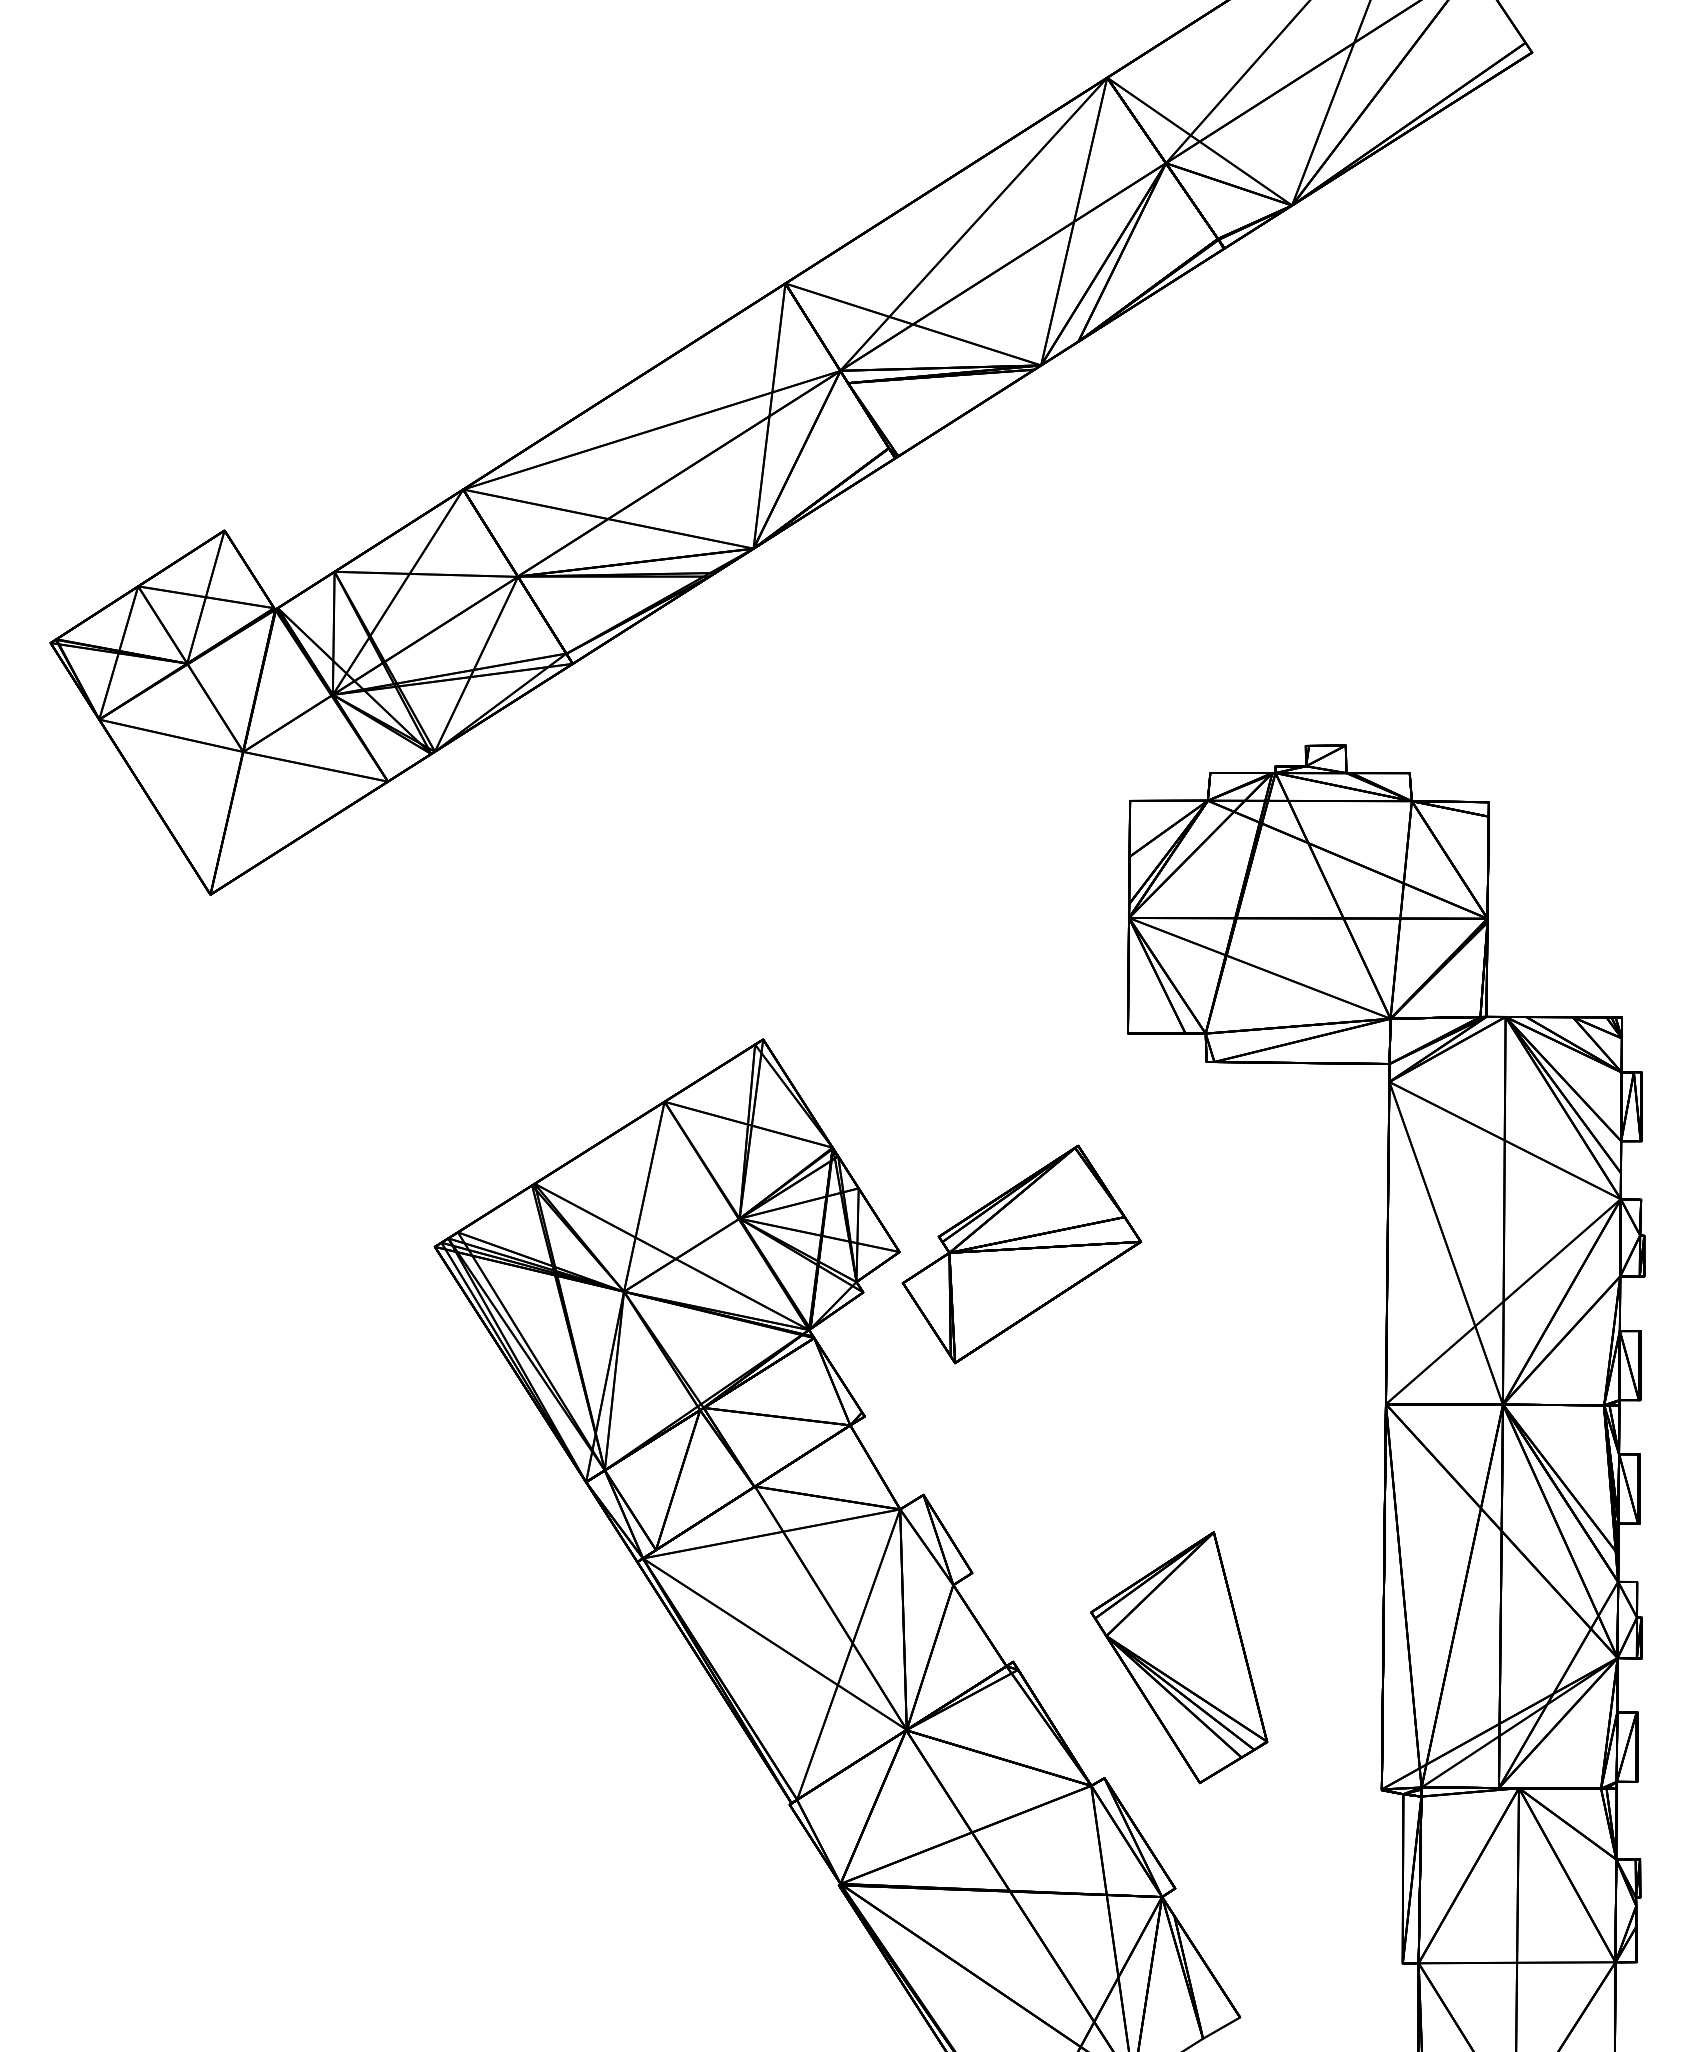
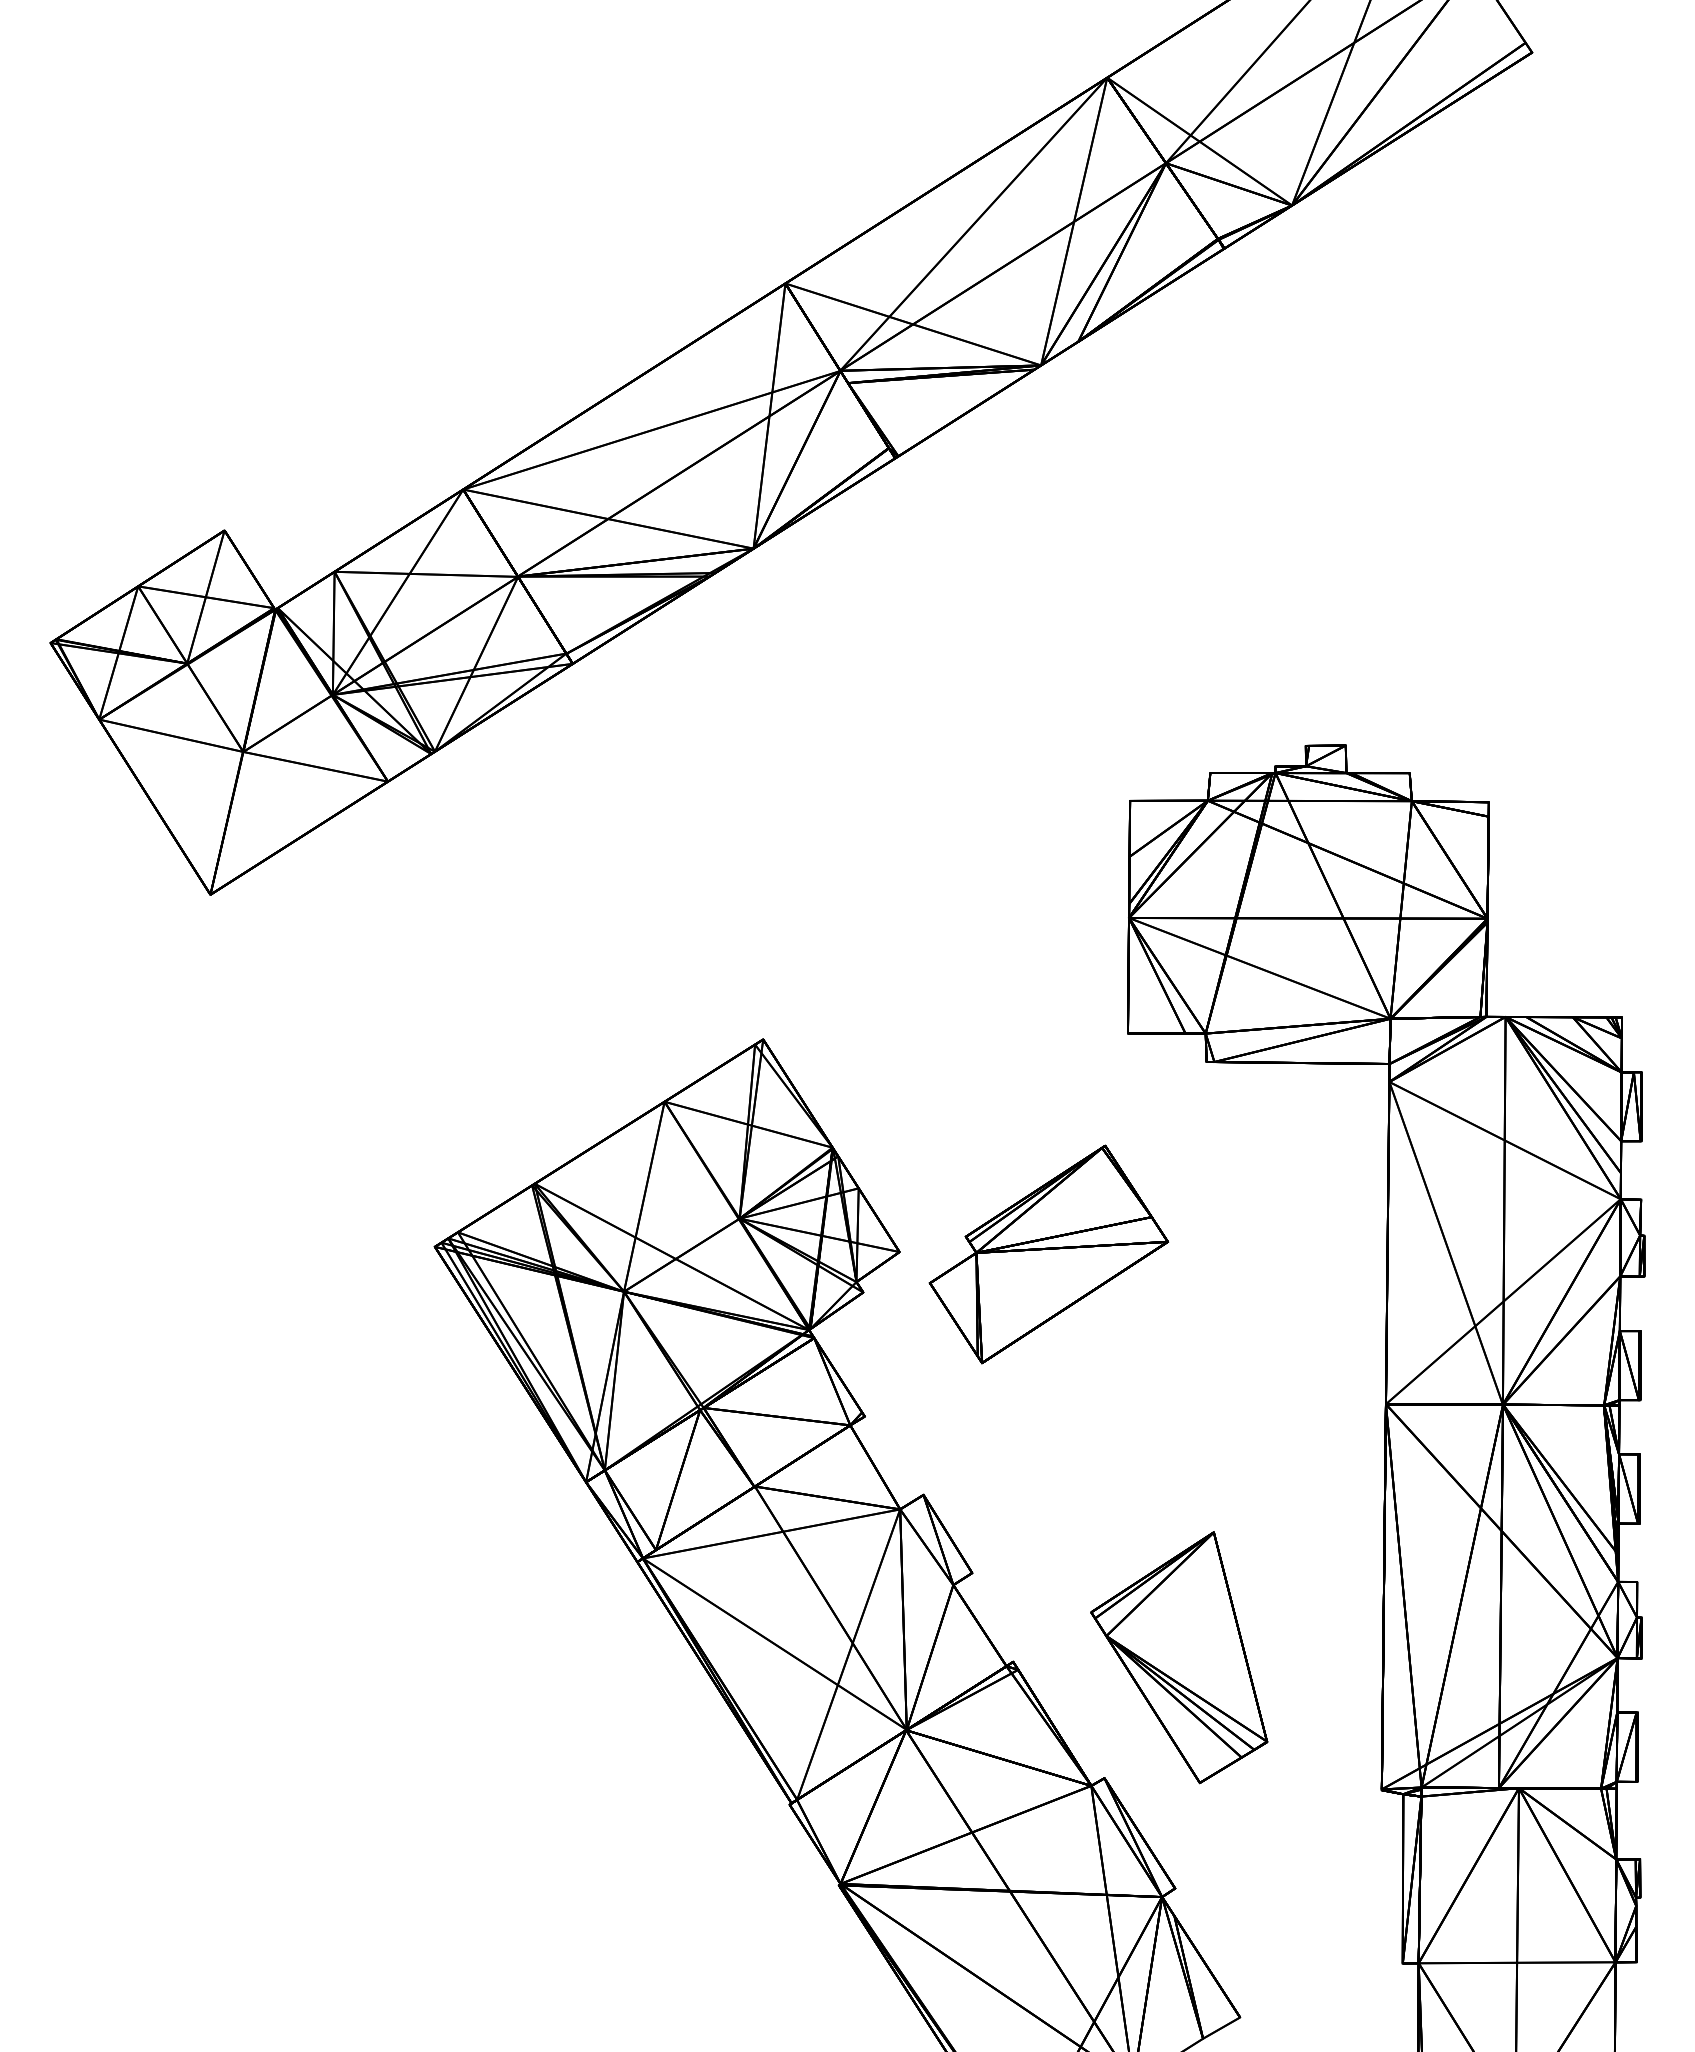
part at (1021, 1254) position: (1021, 1254) -> (1048, 1254)
